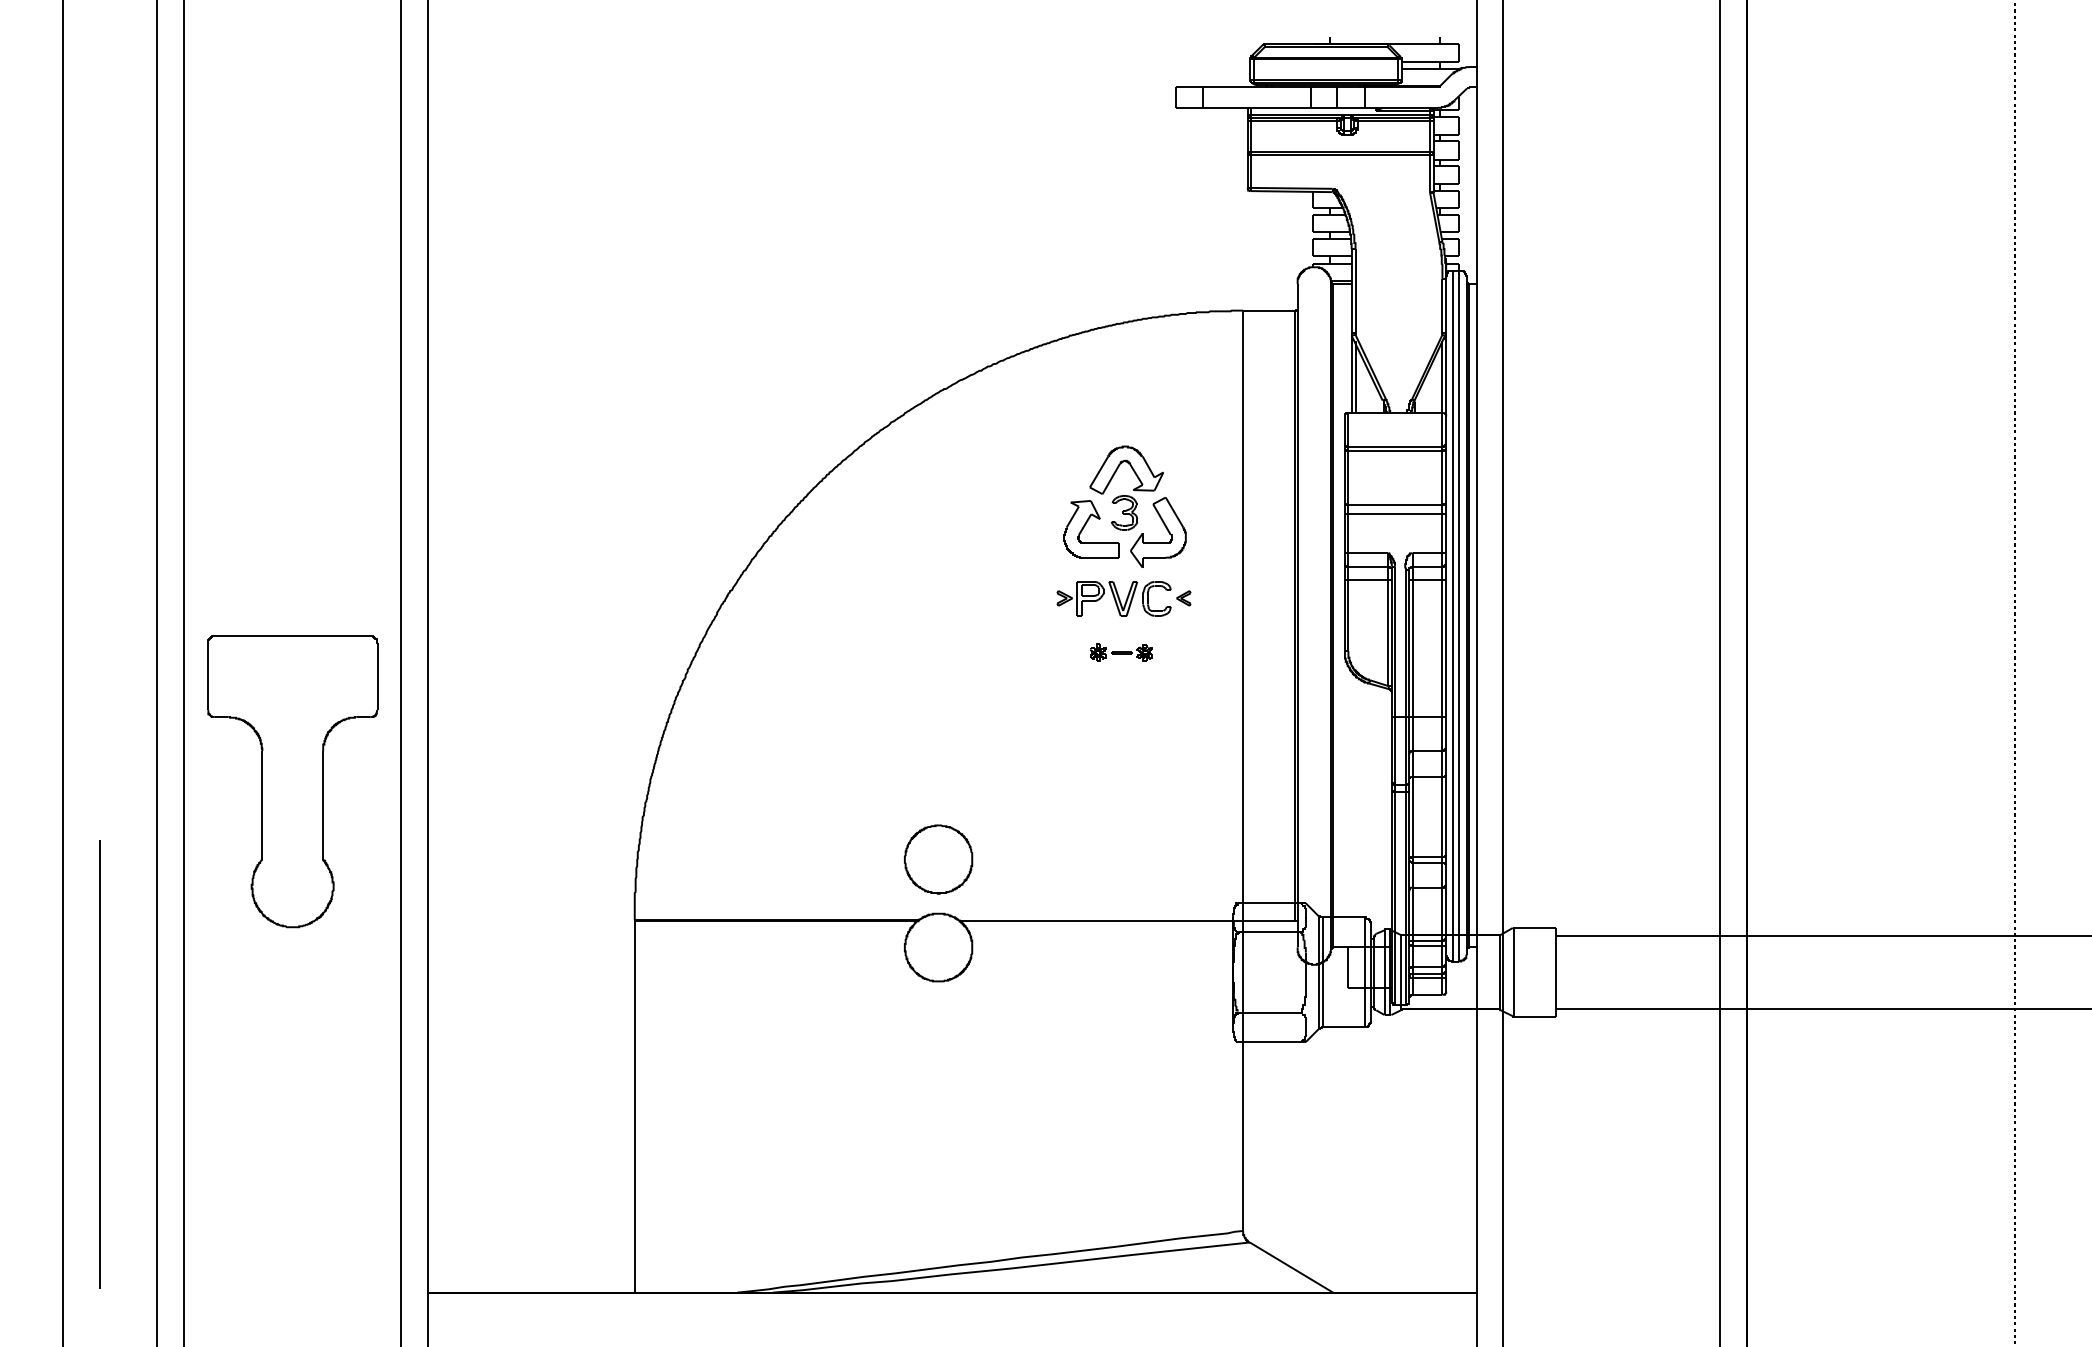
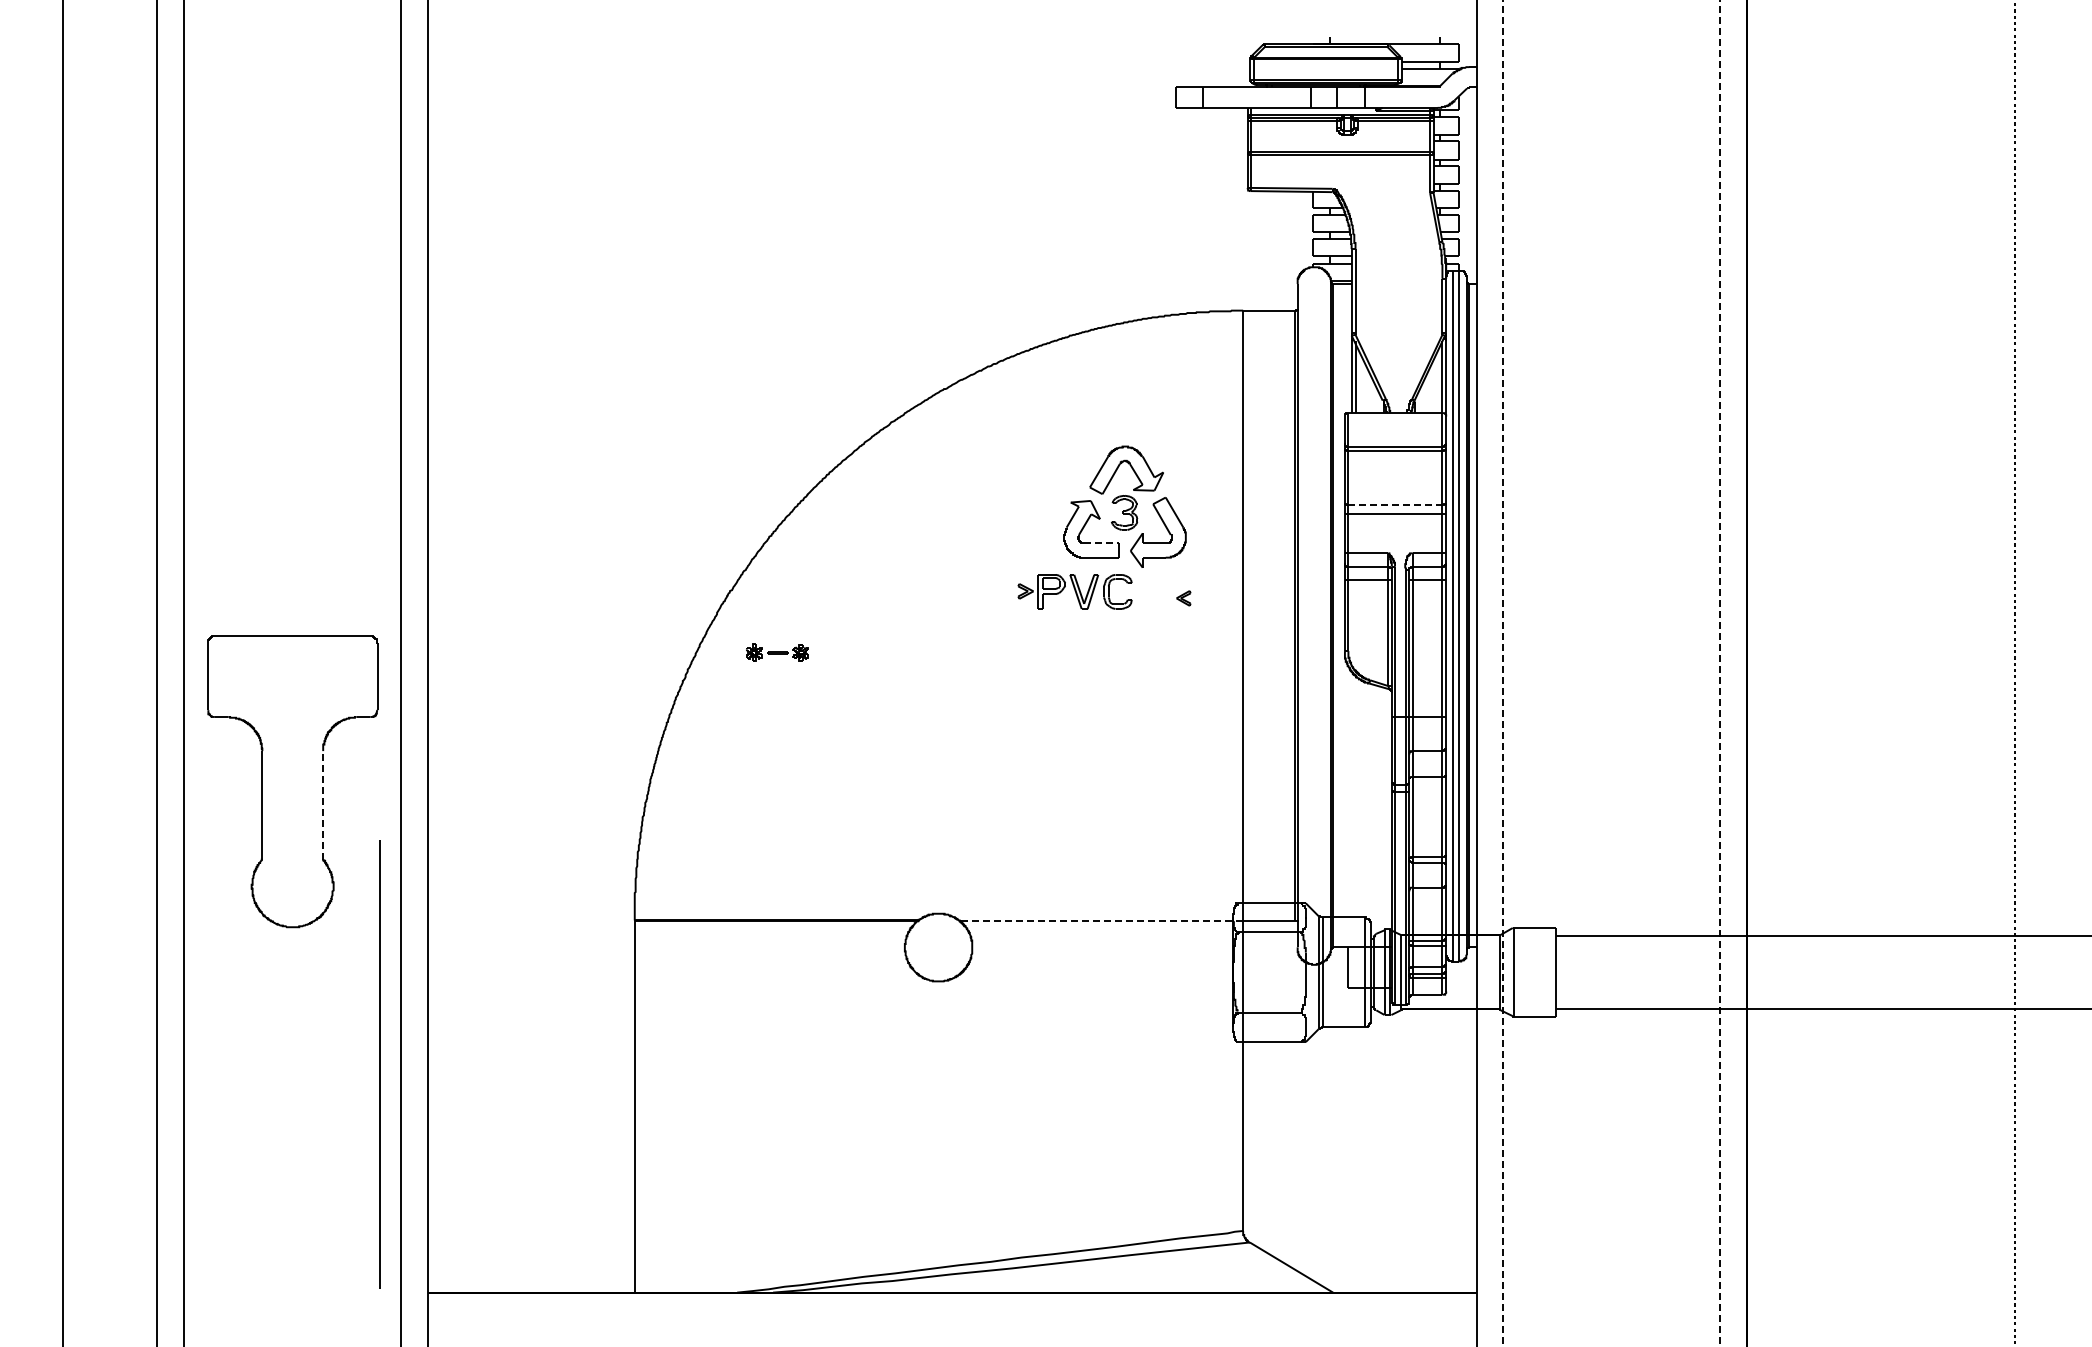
line at (1395, 505): solid -> dashed
line at (1101, 543): solid -> dashed
part at (1113, 598) position: (1113, 598) -> (1074, 591)
part at (1121, 652) position: (1121, 652) -> (777, 652)
line at (1503, 672): solid -> dashed
line at (1720, 672): solid -> dashed
line at (323, 804): solid -> dashed
part at (938, 859): present -> none
line at (1100, 920): solid -> dashed
line at (99, 1064) position: (99, 1064) -> (379, 1064)
